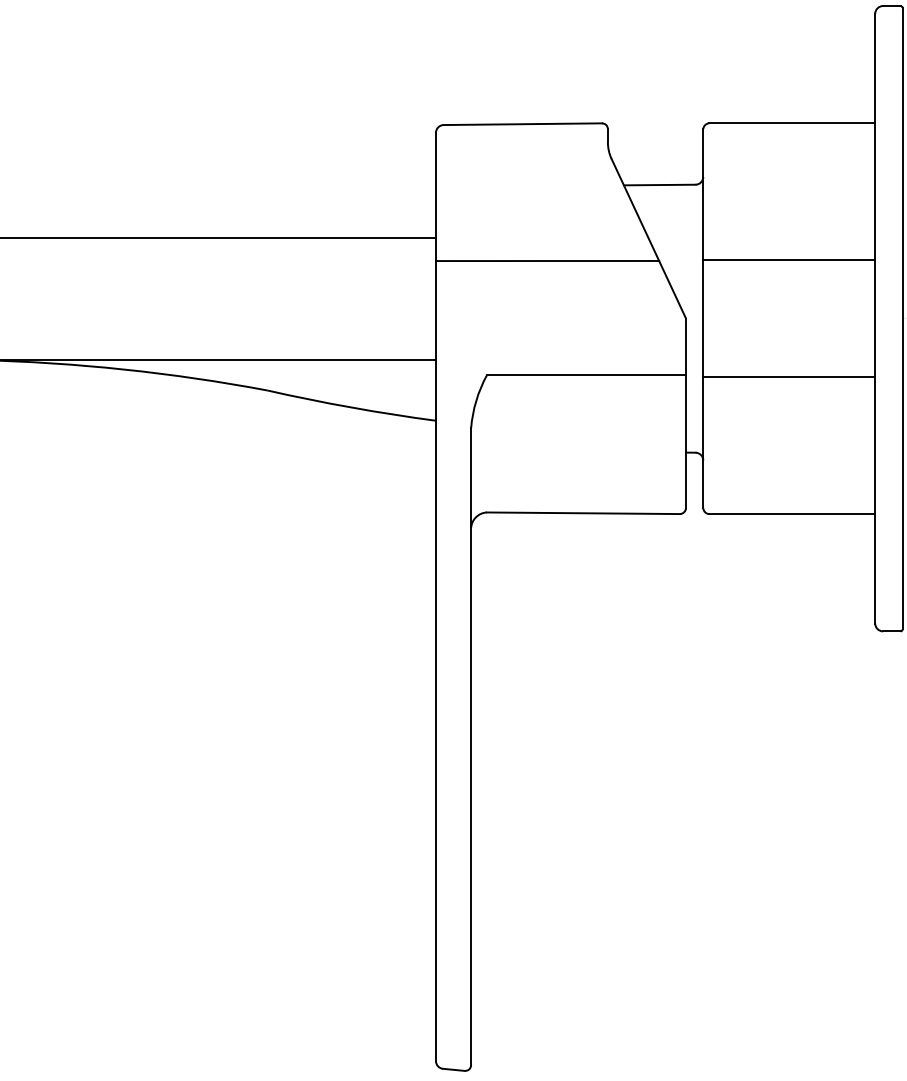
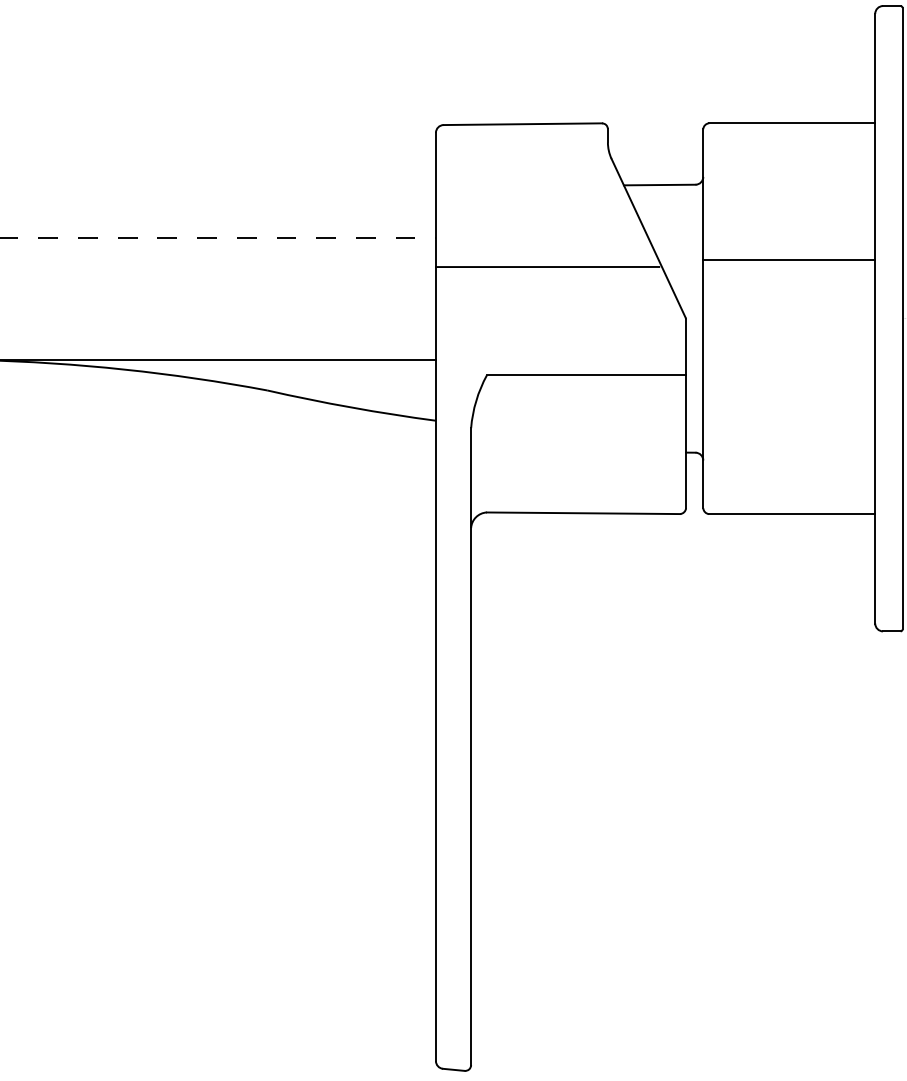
line at (218, 238): solid -> dashed
line at (547, 260) position: (547, 260) -> (547, 266)
line at (789, 377): present -> none
